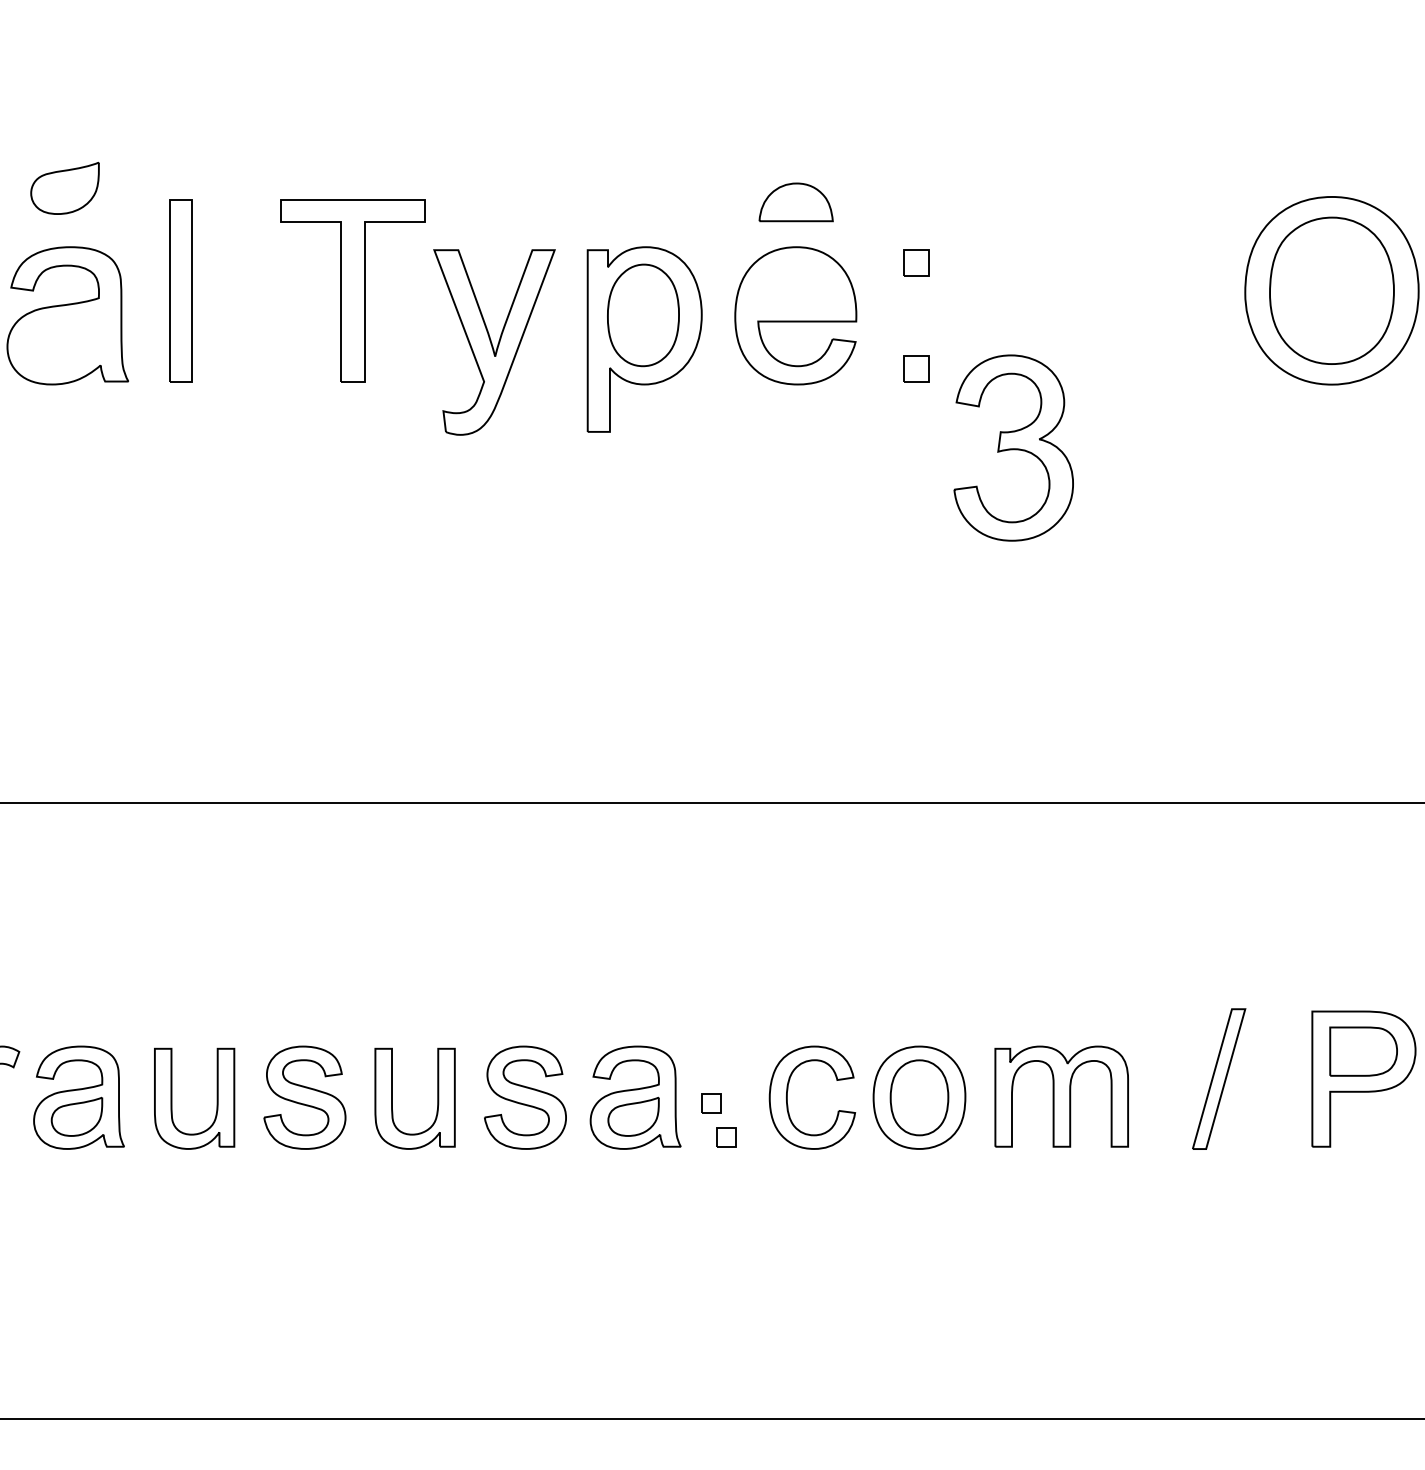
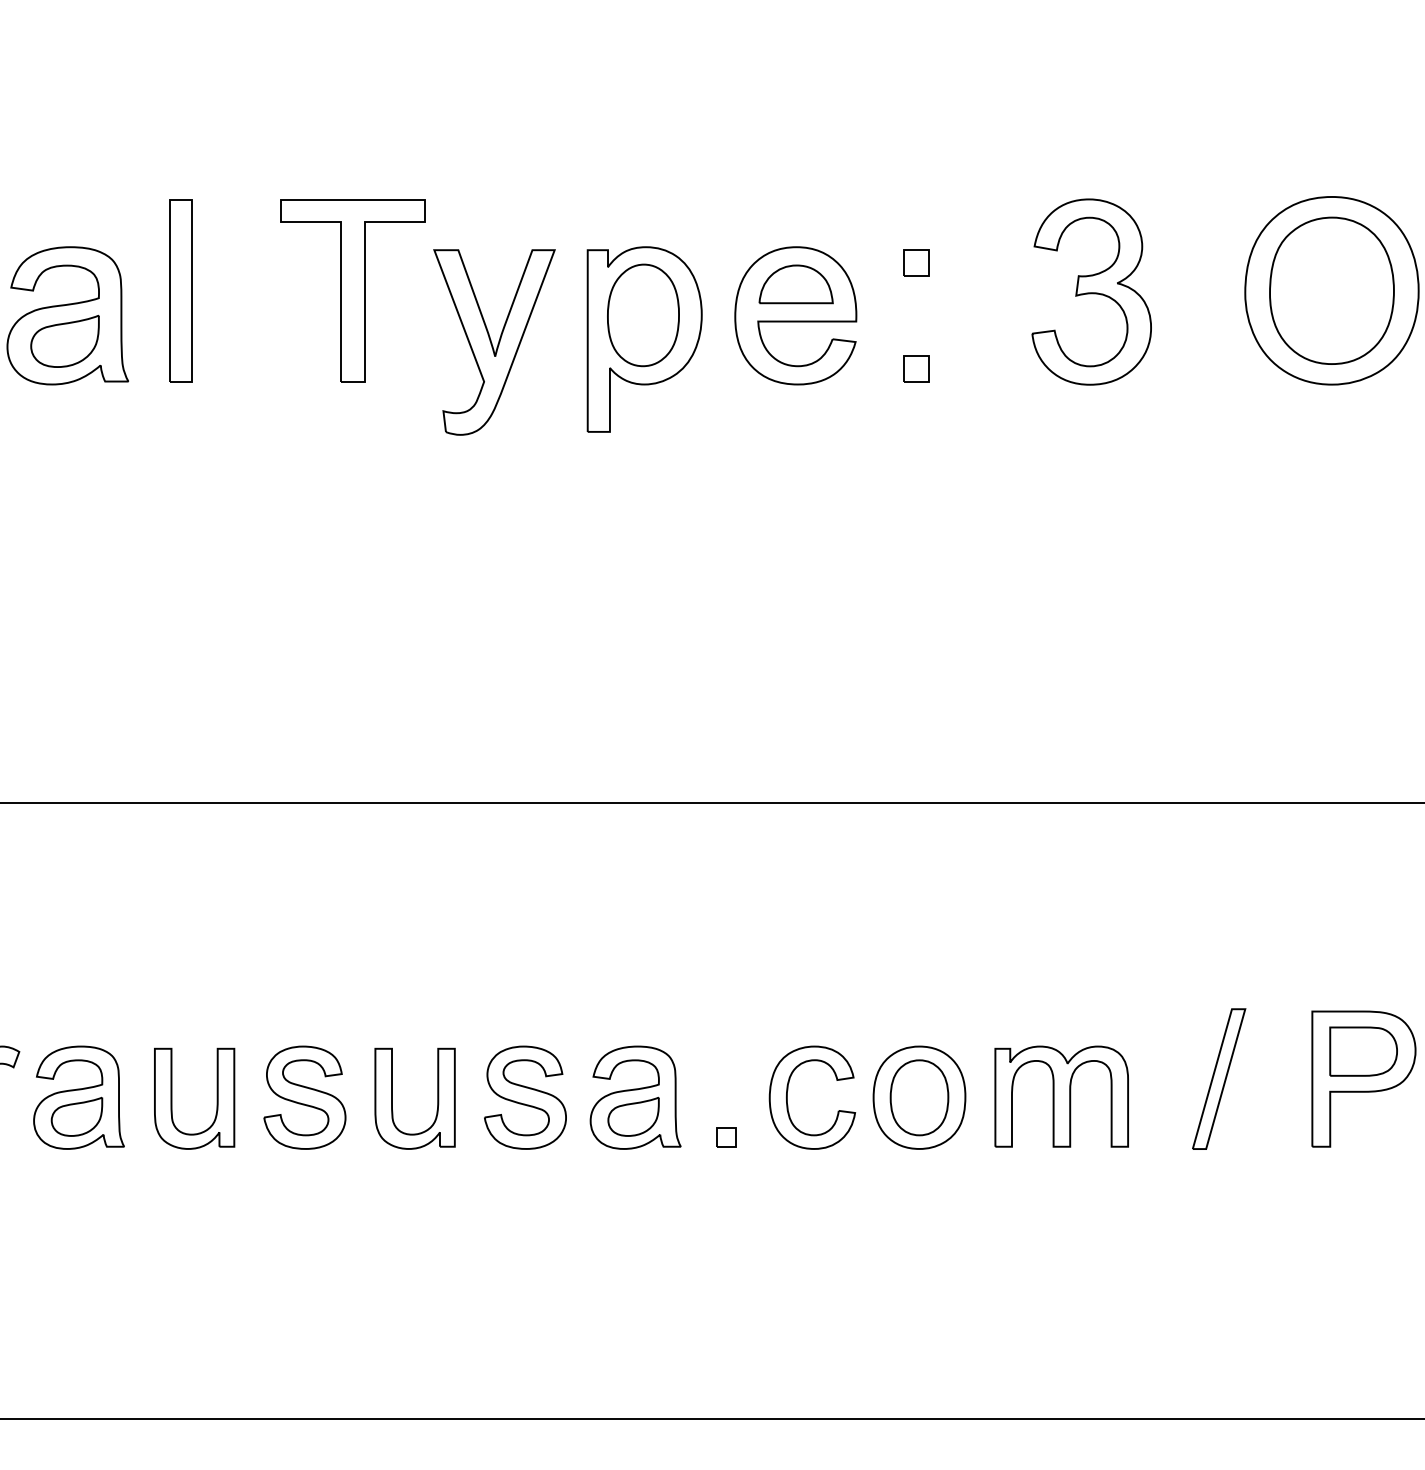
part at (64, 187) position: (64, 187) -> (64, 340)
part at (795, 202) position: (795, 202) -> (795, 284)
part at (1013, 447) position: (1013, 447) -> (1091, 291)
part at (711, 1103): present -> none
